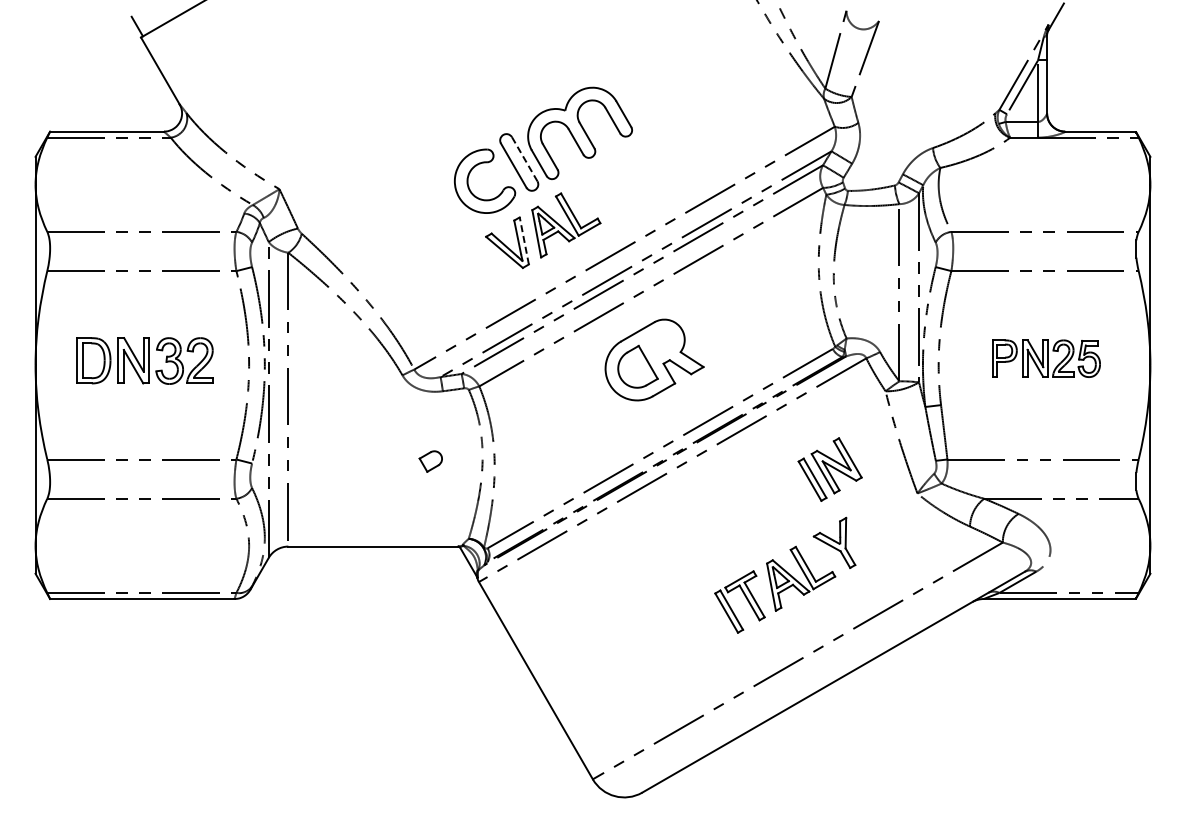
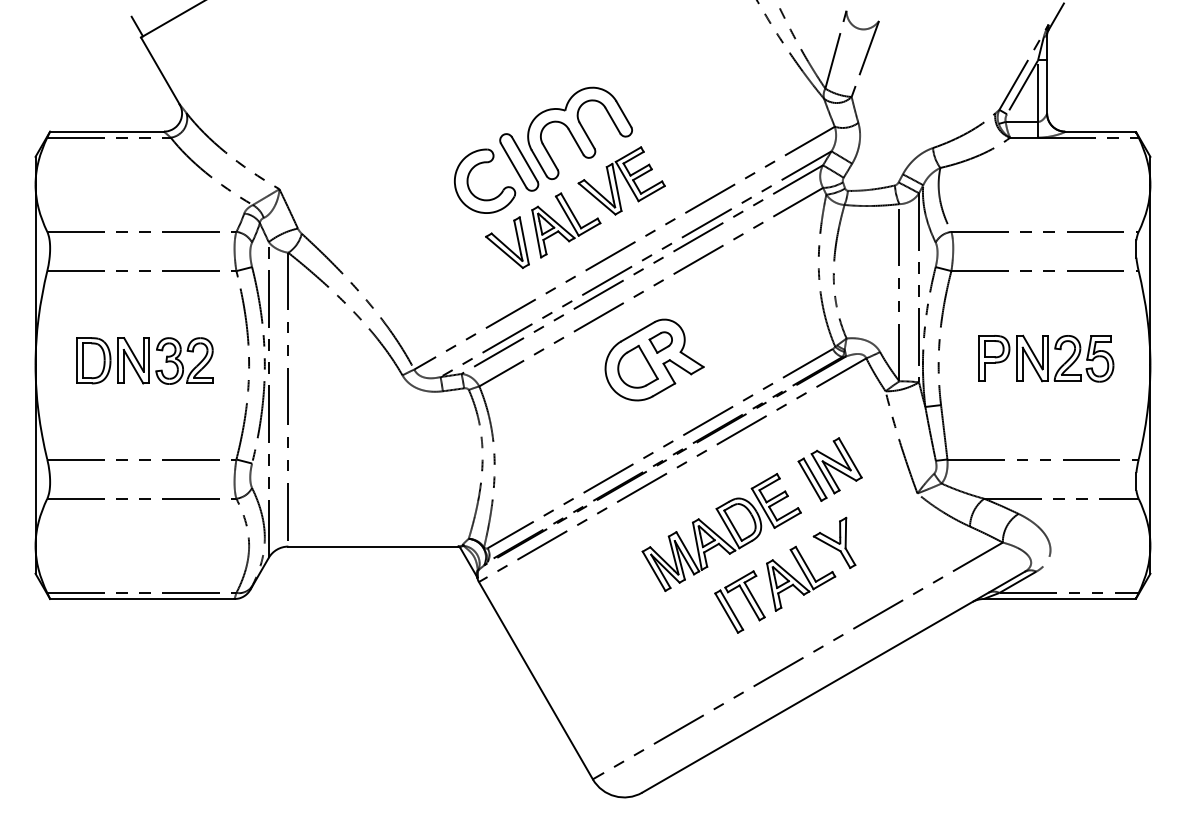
line at (525, 159): dashed -> solid
part at (621, 180): none -> present
line at (524, 240): dashed -> solid
part at (1046, 358) size: 109x39 px -> 137x49 px
part at (430, 461) position: (430, 461) -> (660, 342)
part at (721, 532): none -> present
